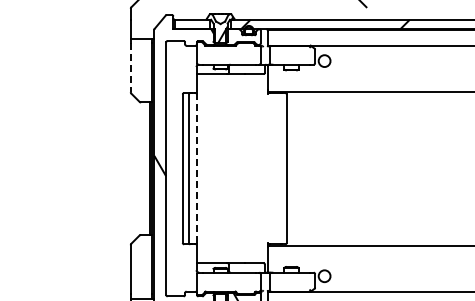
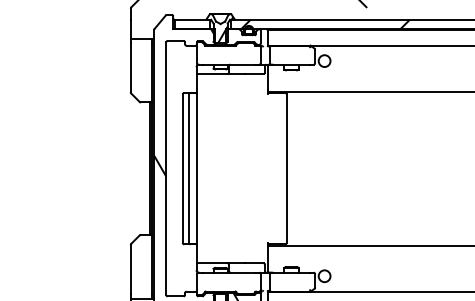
line at (130, 68): dashed -> solid
line at (196, 168): dashed -> solid
